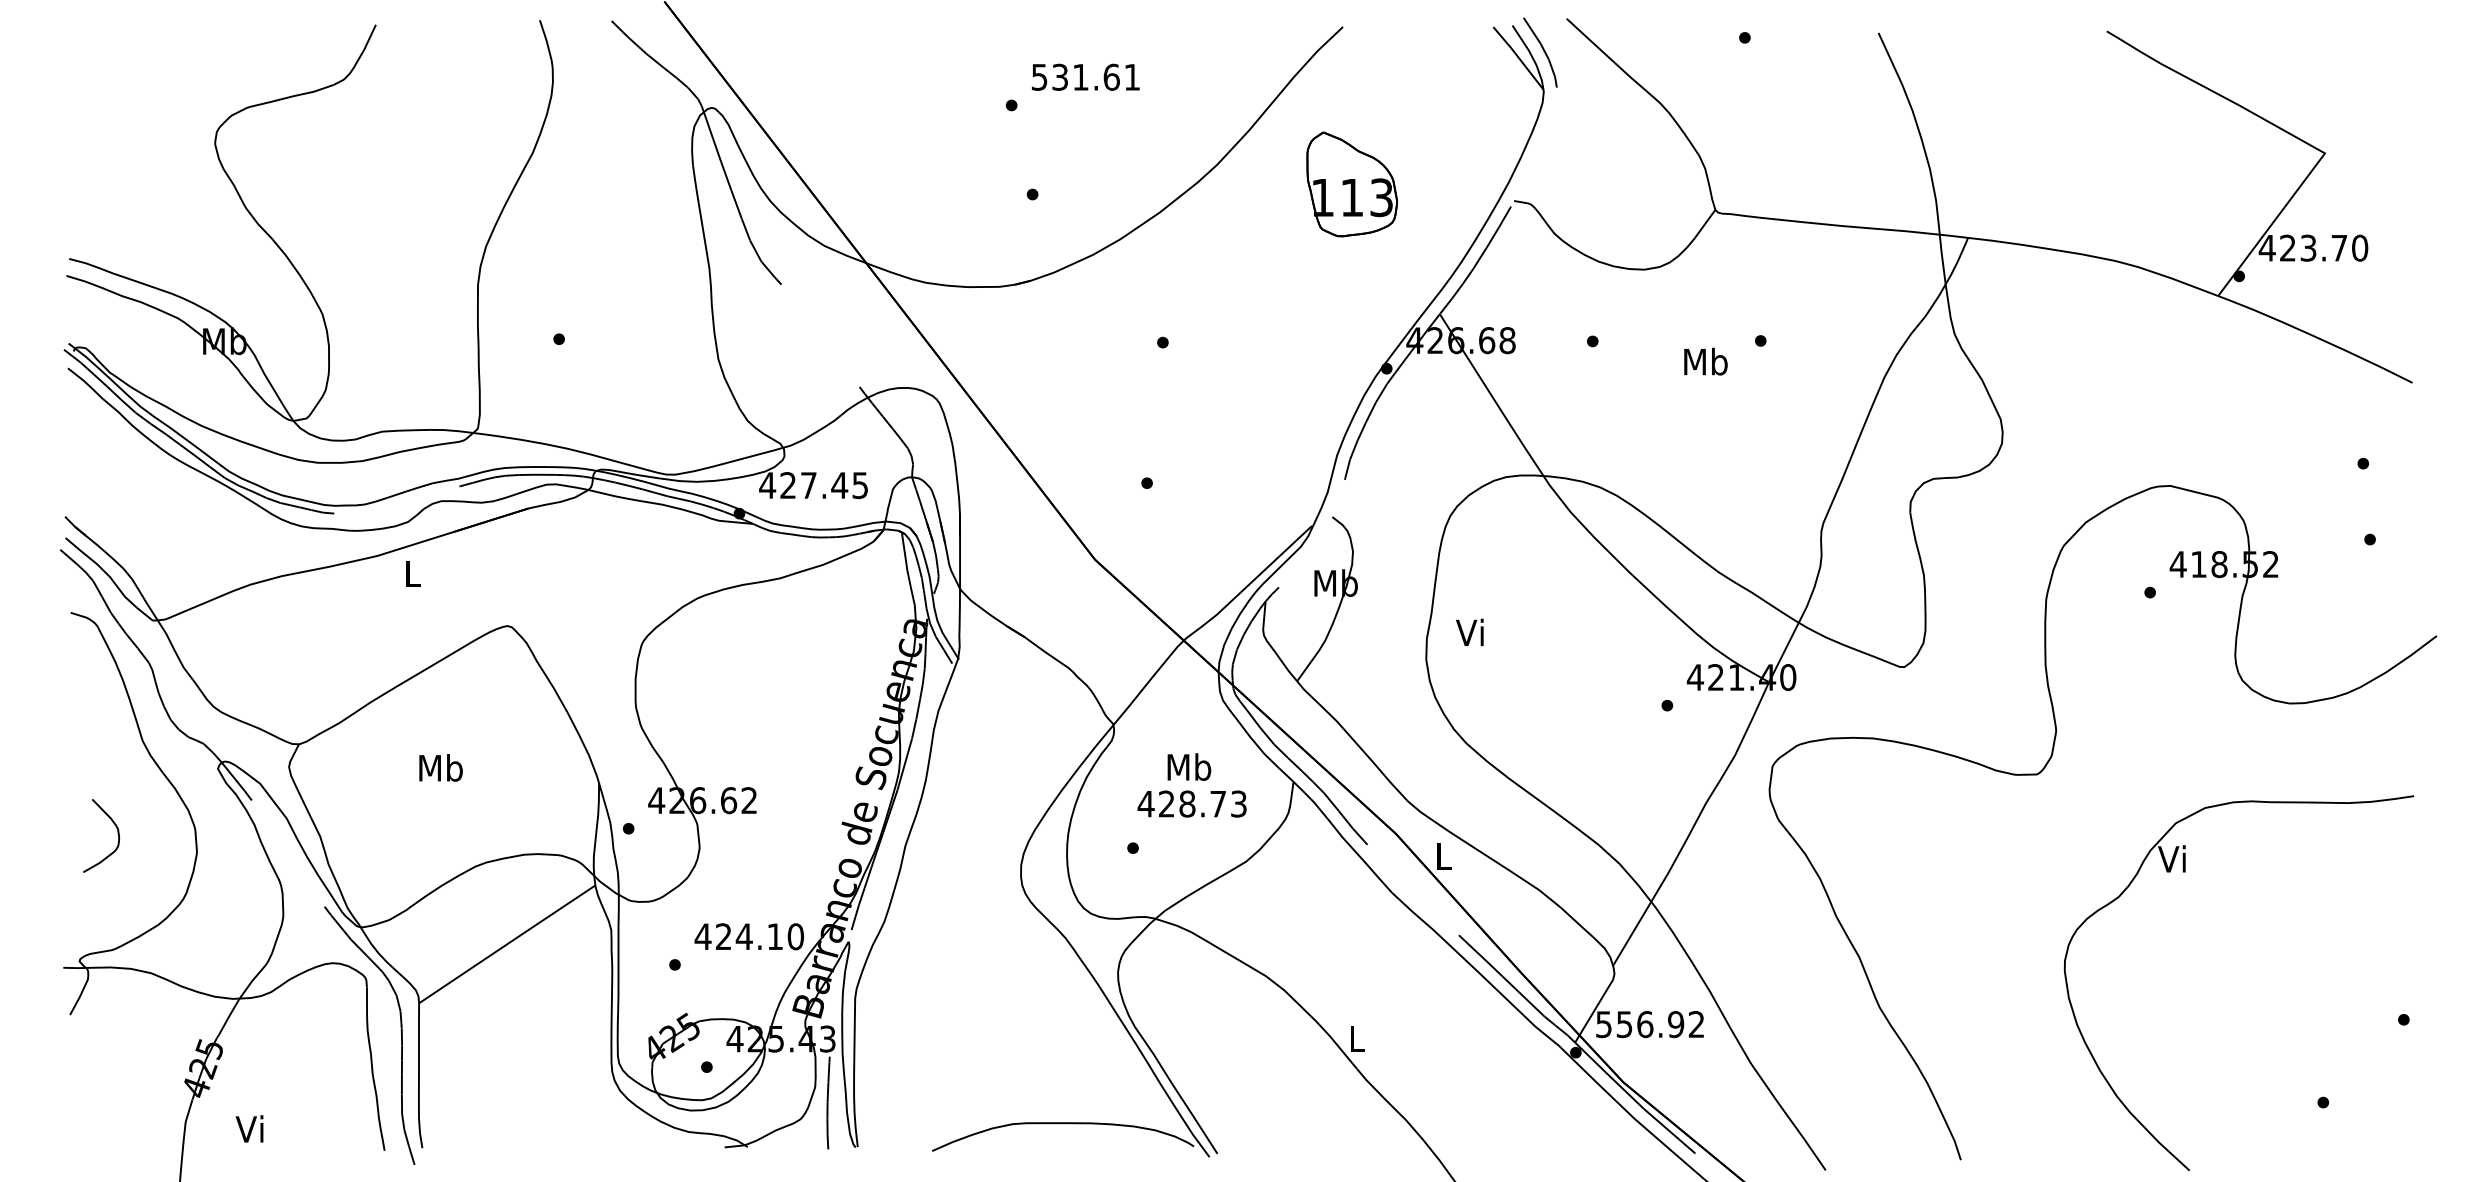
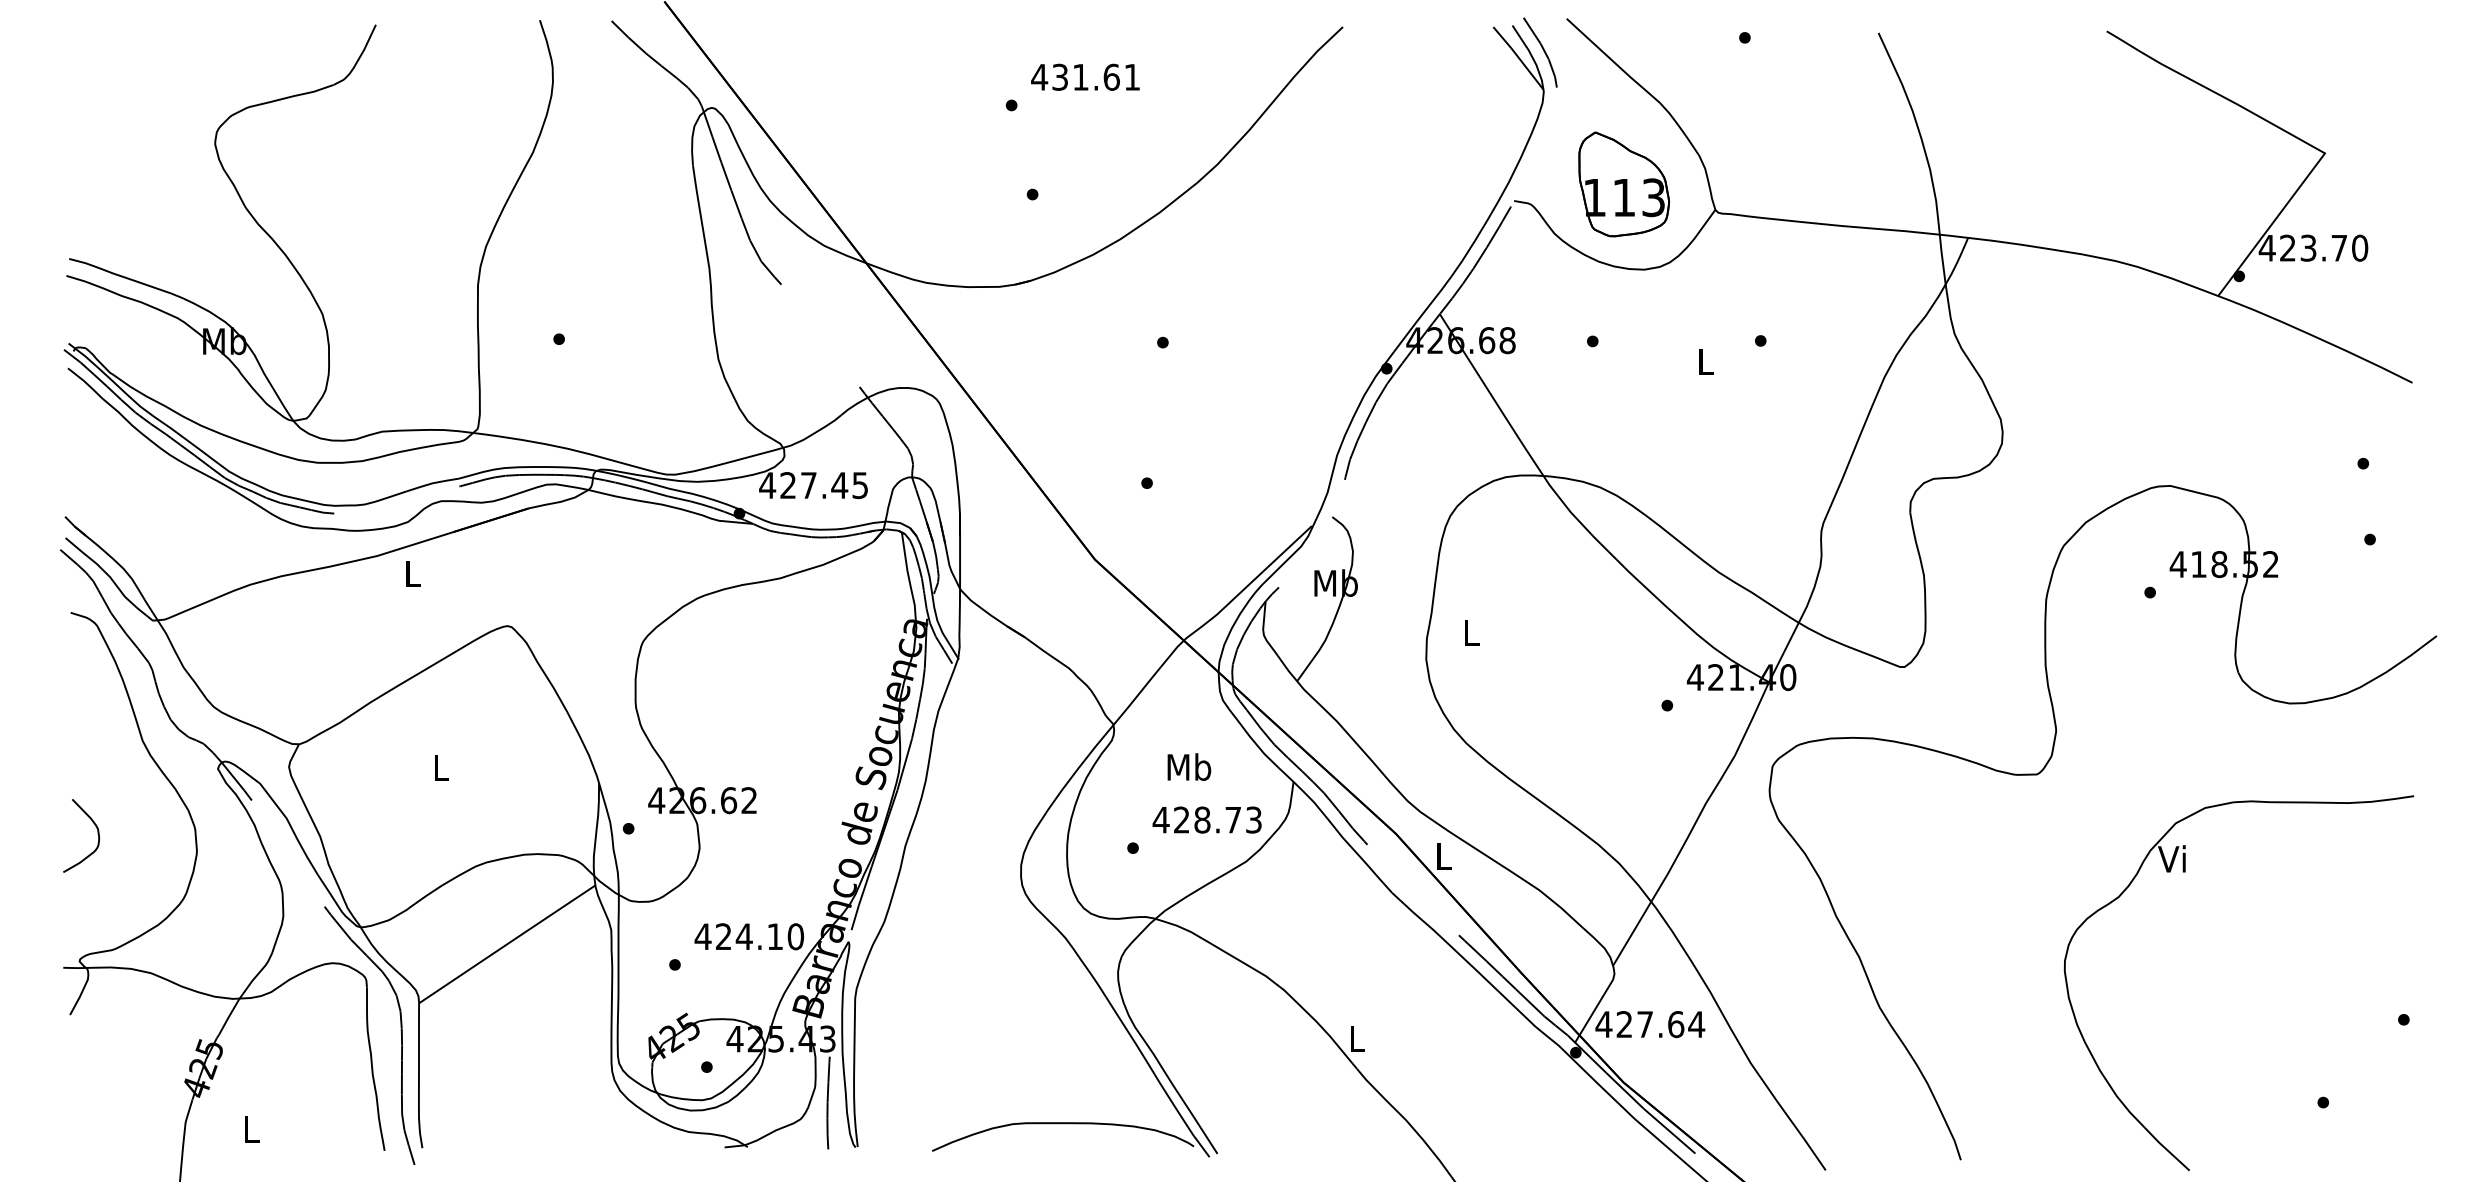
text at (1039, 77): 531.61 -> 431.61
part at (1351, 184) position: (1351, 184) -> (1623, 184)
text at (1705, 361): Mb -> L
text at (1469, 631): Vi -> L
text at (440, 767): Mb -> L
text at (1191, 803) position: (1191, 803) -> (1206, 819)
curve at (117, 834) position: (117, 834) -> (97, 834)
text at (1650, 1024): 556.92 -> 427.64
text at (249, 1128): Vi -> L
